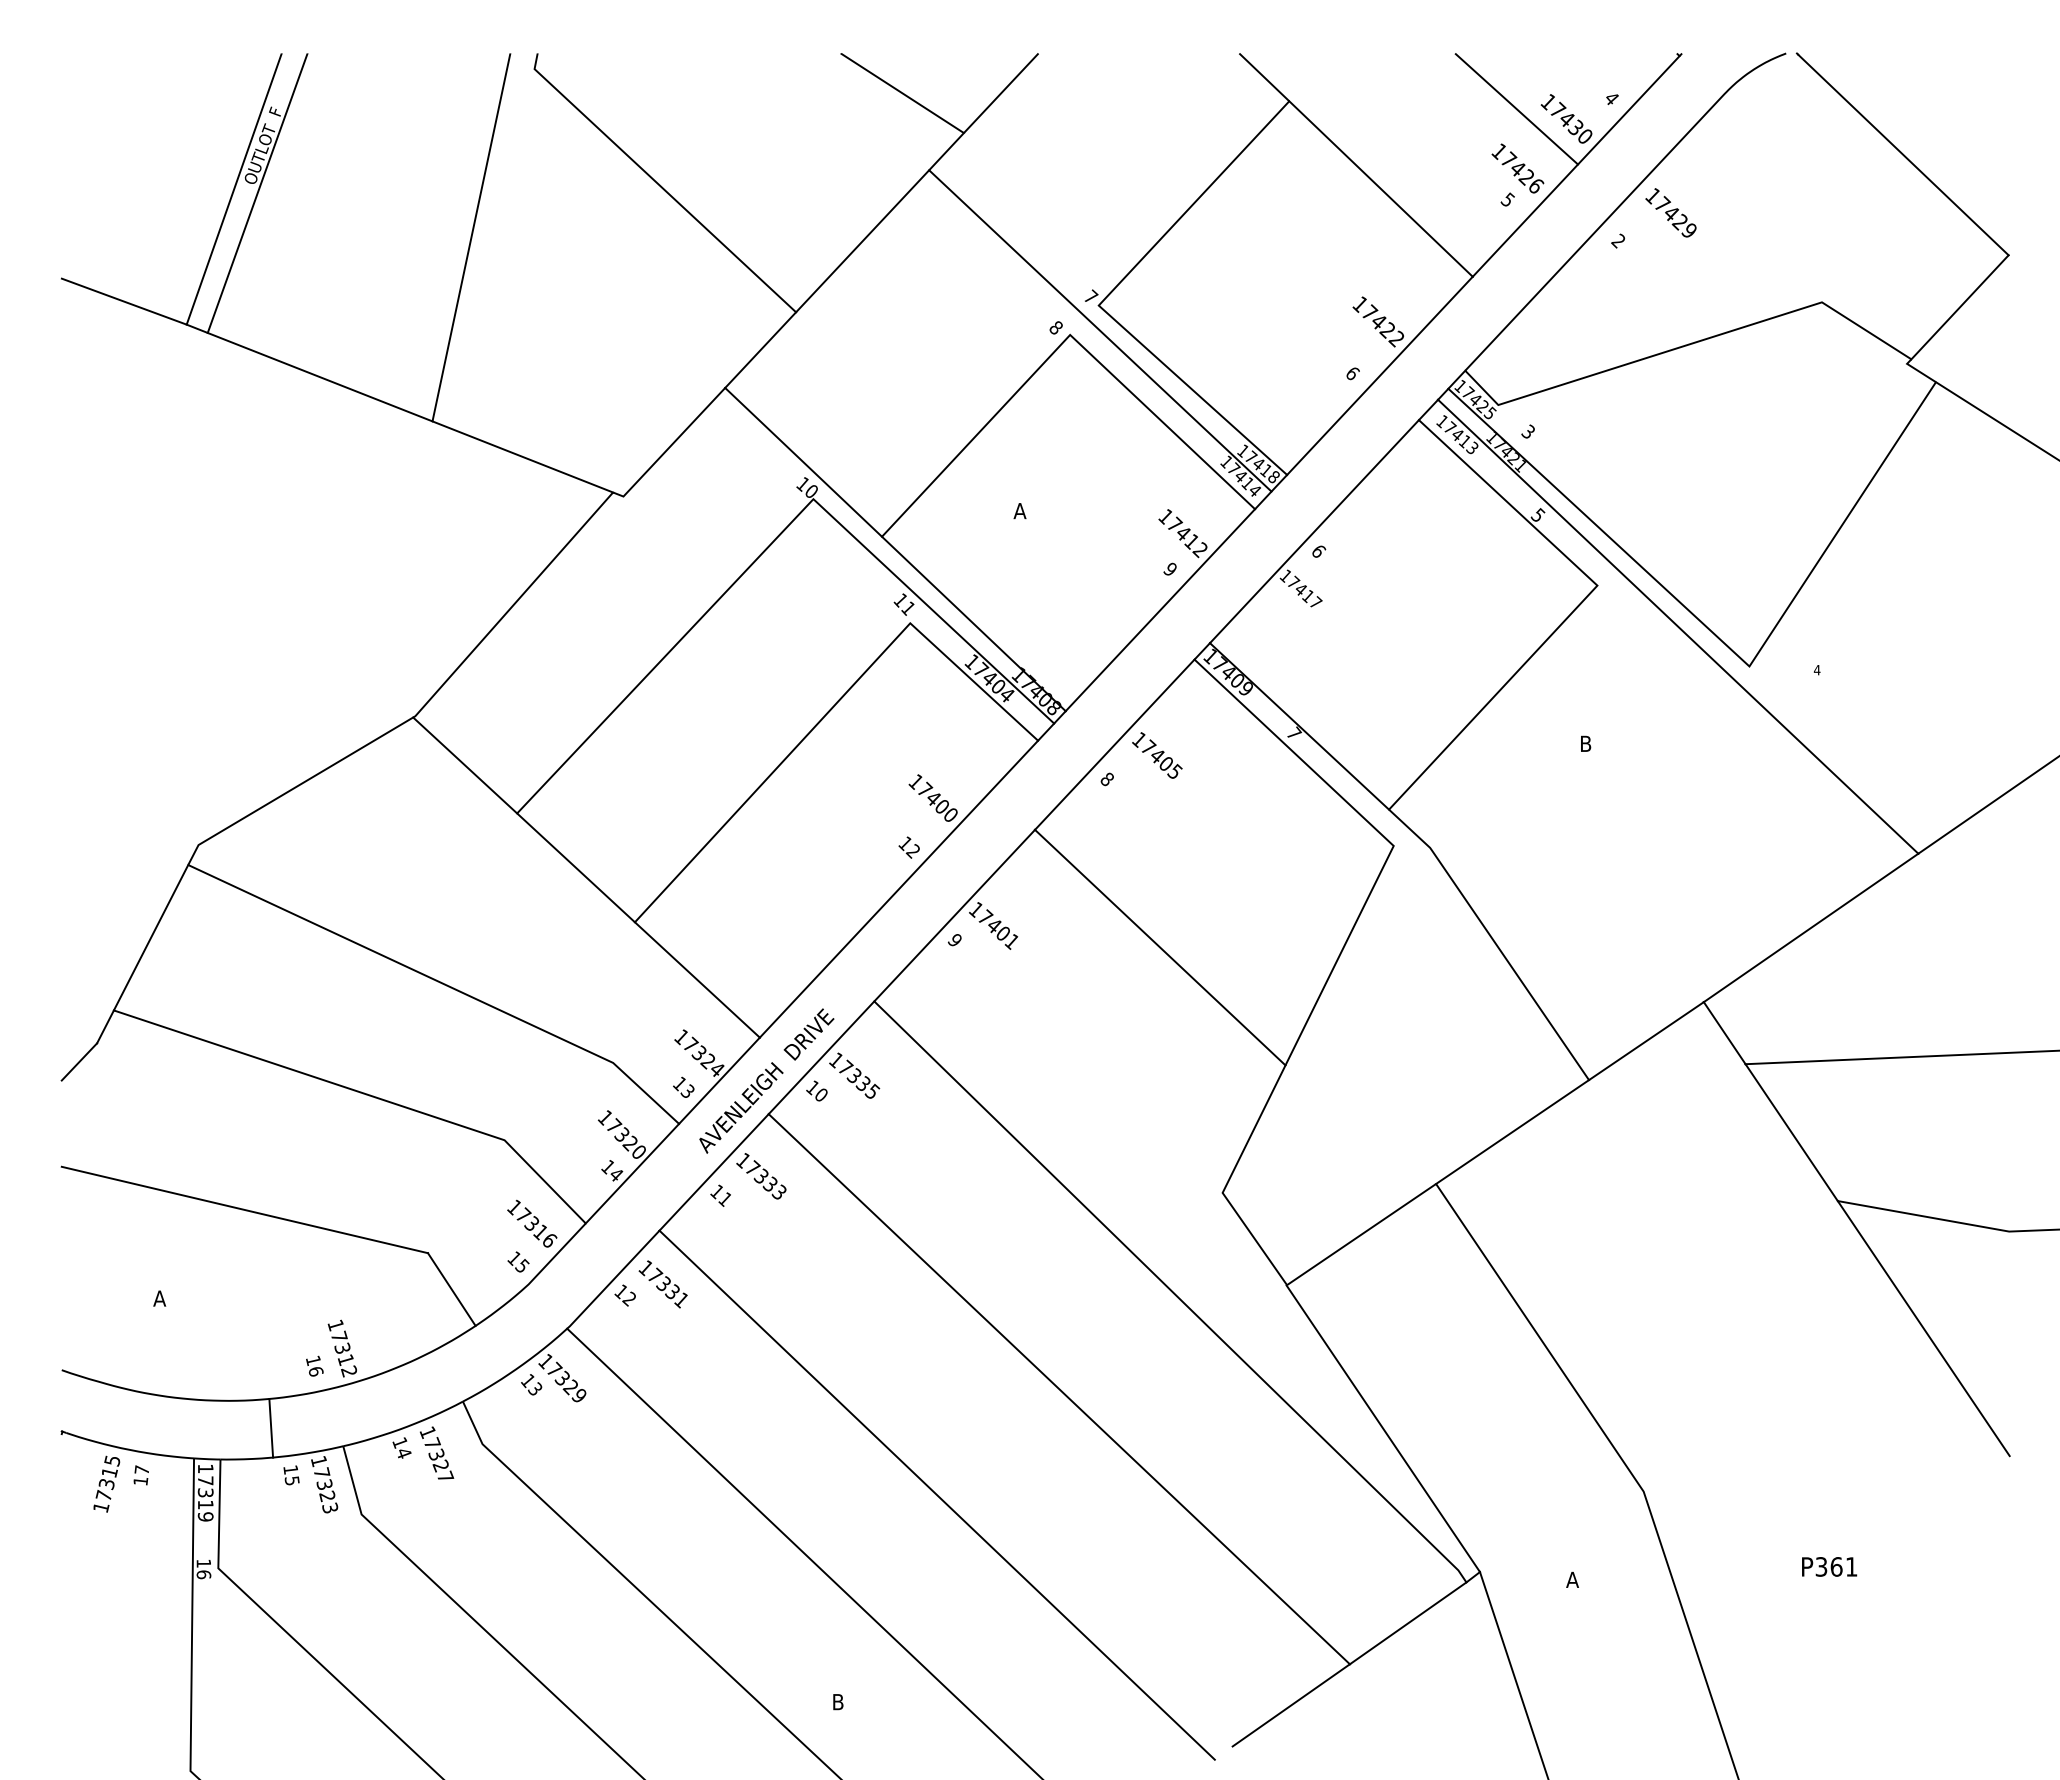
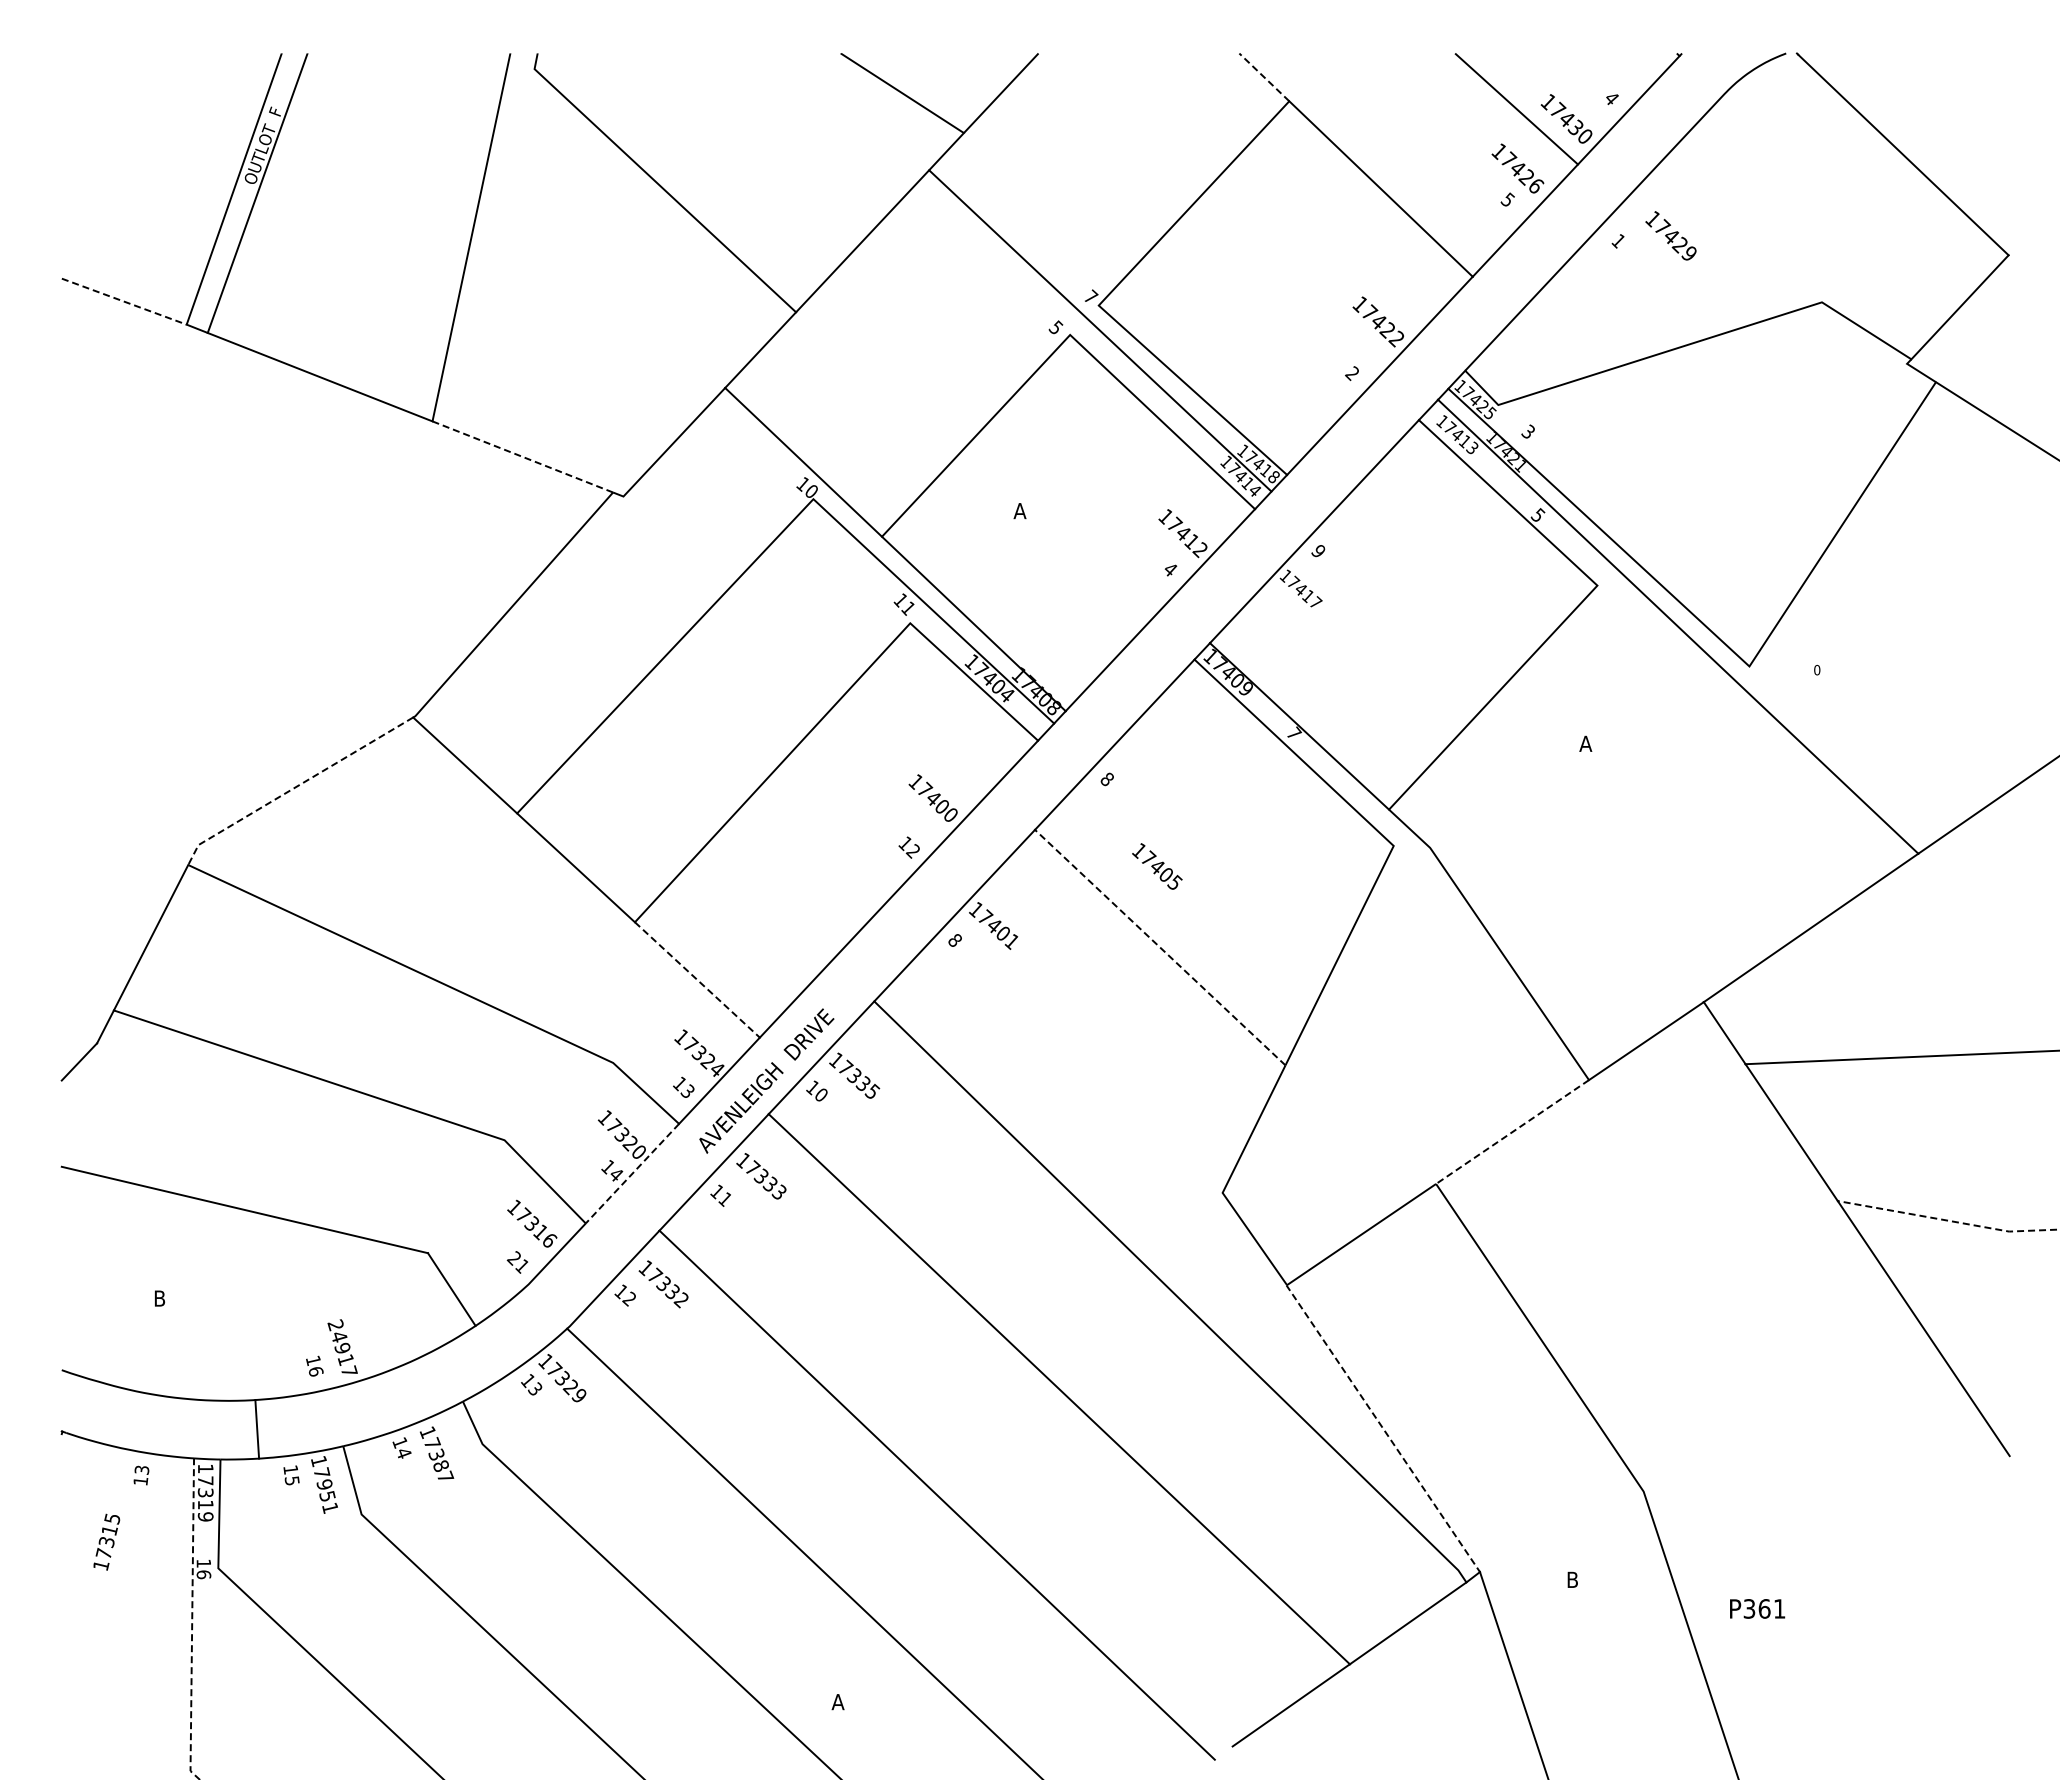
line at (1263, 76): solid -> dashed
text at (1670, 212) position: (1670, 212) -> (1670, 235)
text at (1618, 240): 2 -> 1
line at (124, 301): solid -> dashed
text at (1055, 327): 8 -> 5
text at (1352, 373): 6 -> 2
line at (523, 457): solid -> dashed
text at (1318, 551): 6 -> 9
text at (1170, 569): 9 -> 4
text at (1816, 669): 4 -> 0
text at (1585, 743): B -> A
text at (1157, 755) position: (1157, 755) -> (1157, 866)
line at (295, 787): solid -> dashed
text at (954, 940): 9 -> 8
line at (1160, 947): solid -> dashed
line at (697, 980): solid -> dashed
line at (1512, 1132): solid -> dashed
line at (632, 1174): solid -> dashed
line at (1948, 1220): solid -> dashed
text at (517, 1262): 15 -> 21
text at (159, 1298): A -> B
text at (680, 1300): 17331 -> 17332
text at (342, 1348): 17312 -> 24917
line at (271, 1427) position: (271, 1427) -> (257, 1428)
line at (1382, 1427): solid -> dashed
text at (440, 1465): 17327 -> 17387
text at (141, 1469): 17 -> 13
text at (106, 1483) position: (106, 1483) -> (106, 1541)
text at (327, 1496): 17323 -> 17951
text at (1829, 1566) position: (1829, 1566) -> (1757, 1608)
text at (1572, 1579): A -> B
line at (192, 1621): solid -> dashed
text at (837, 1702): B -> A
